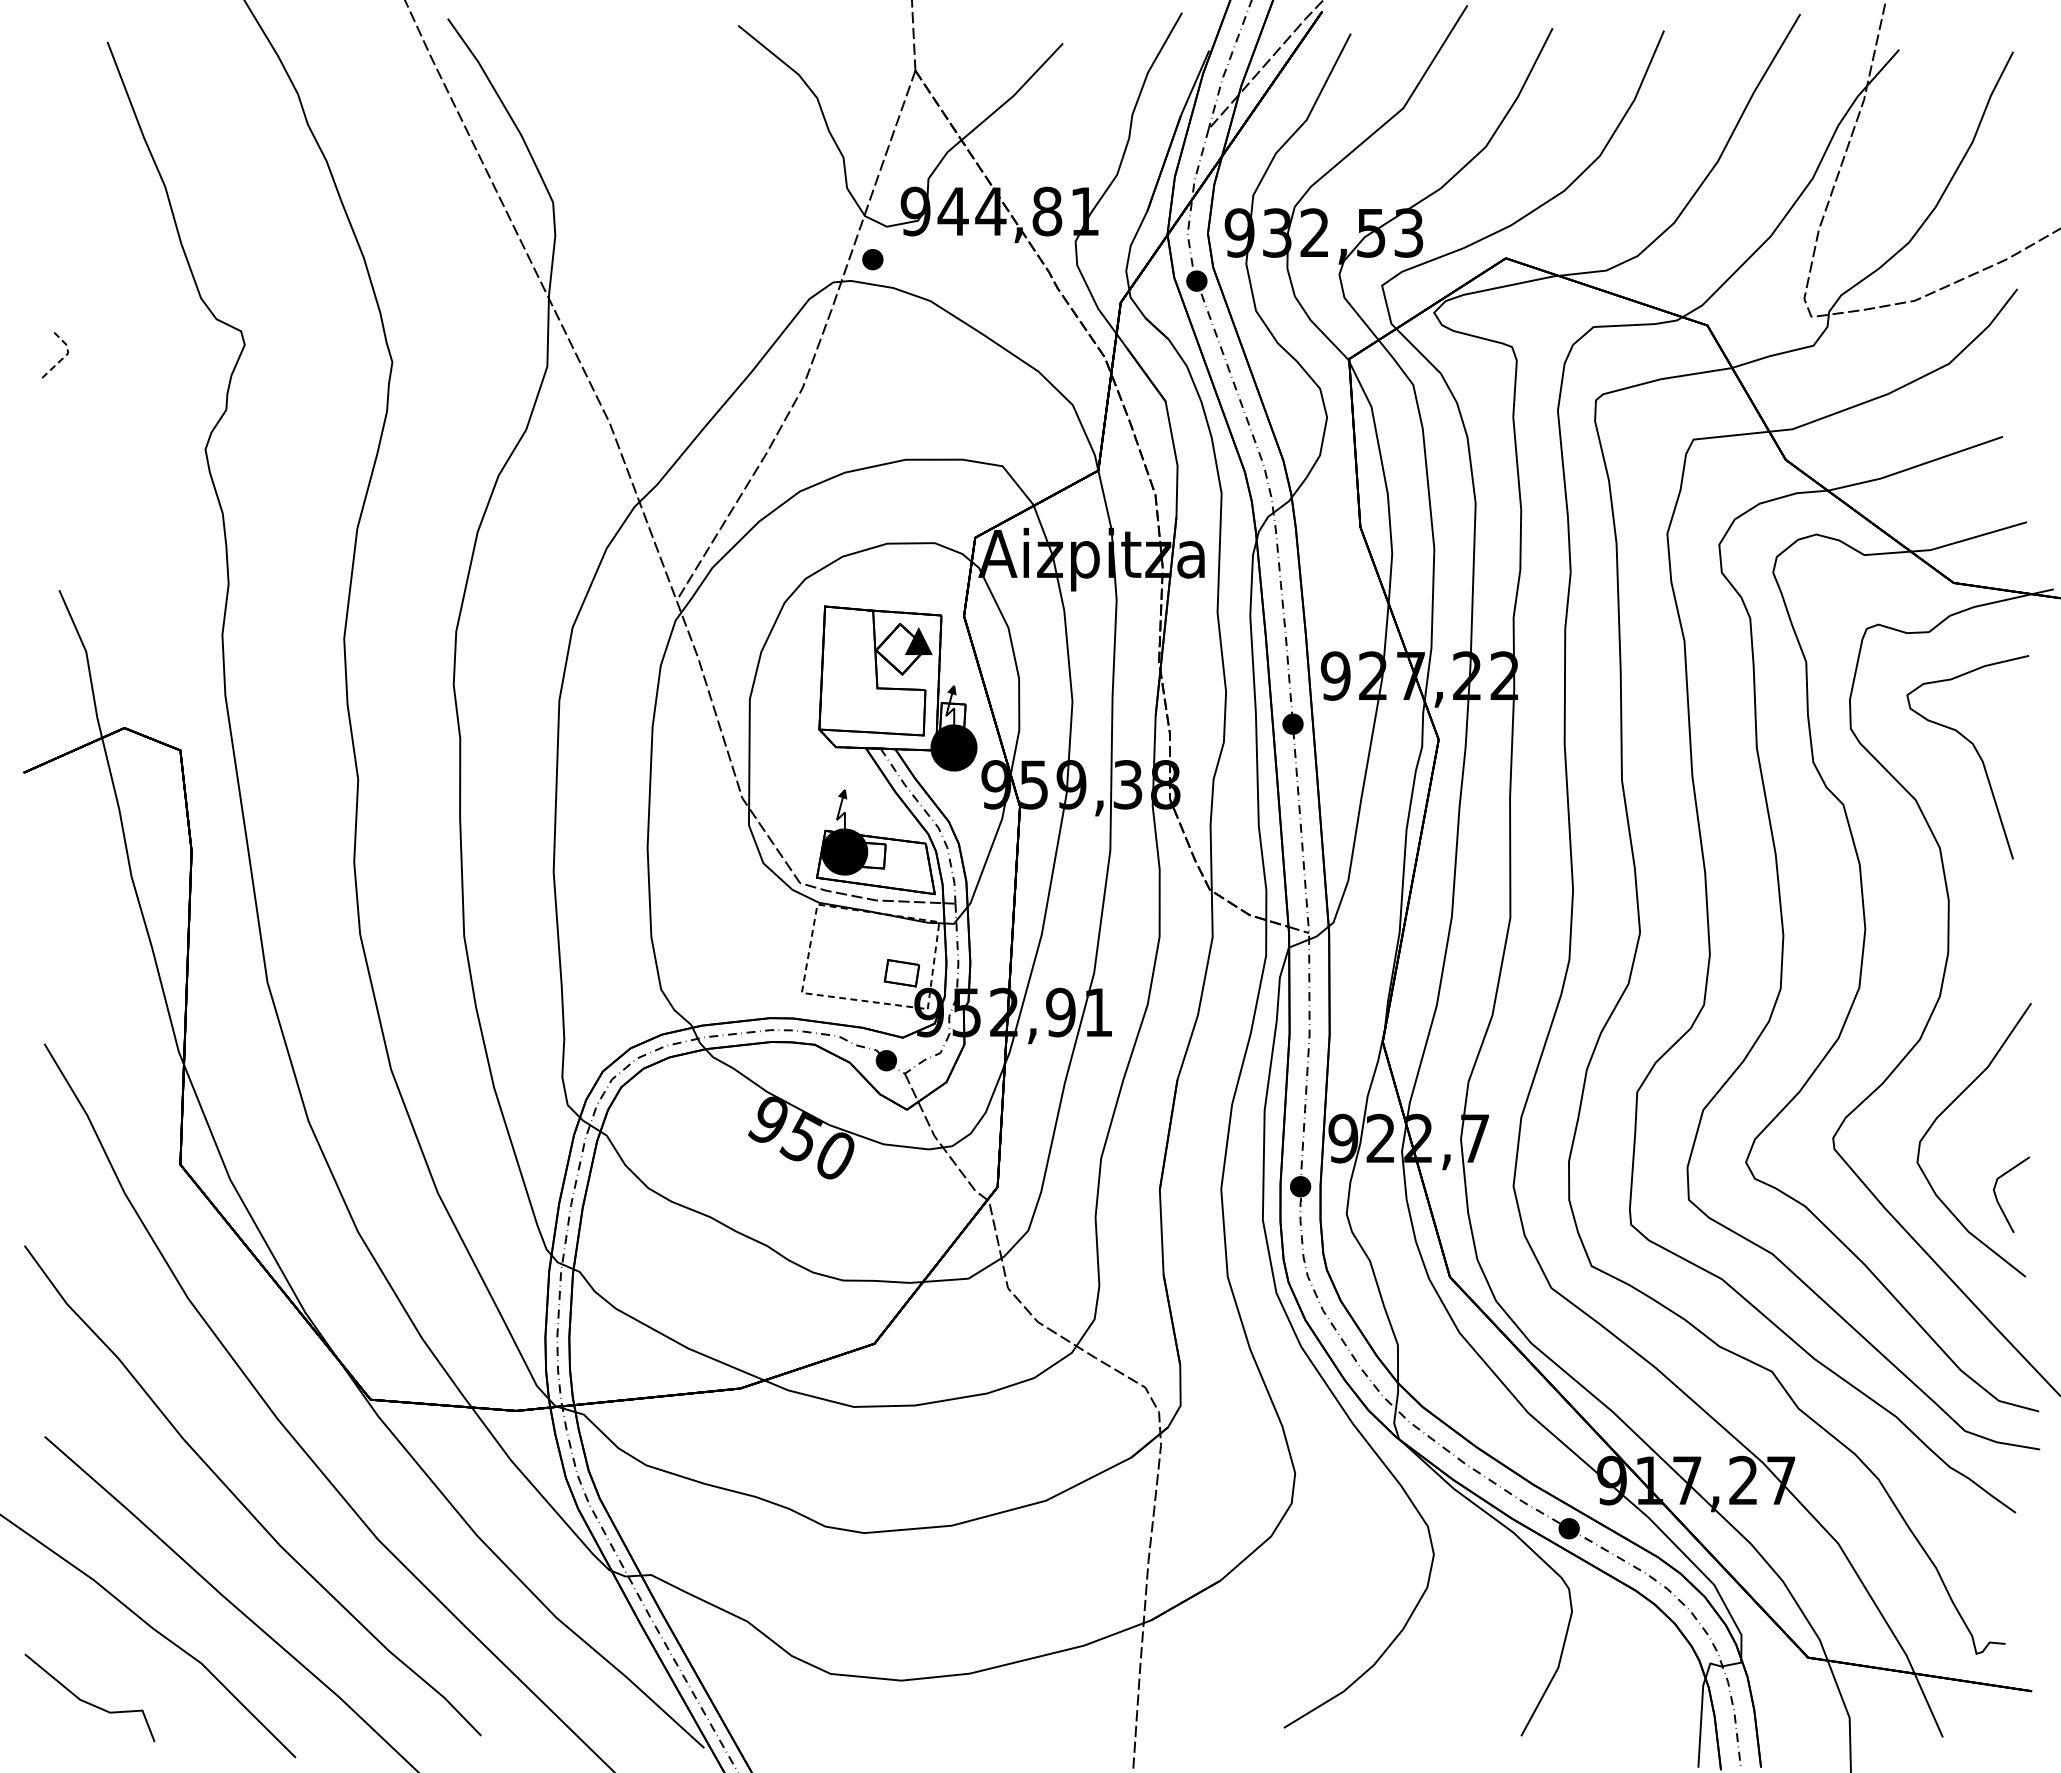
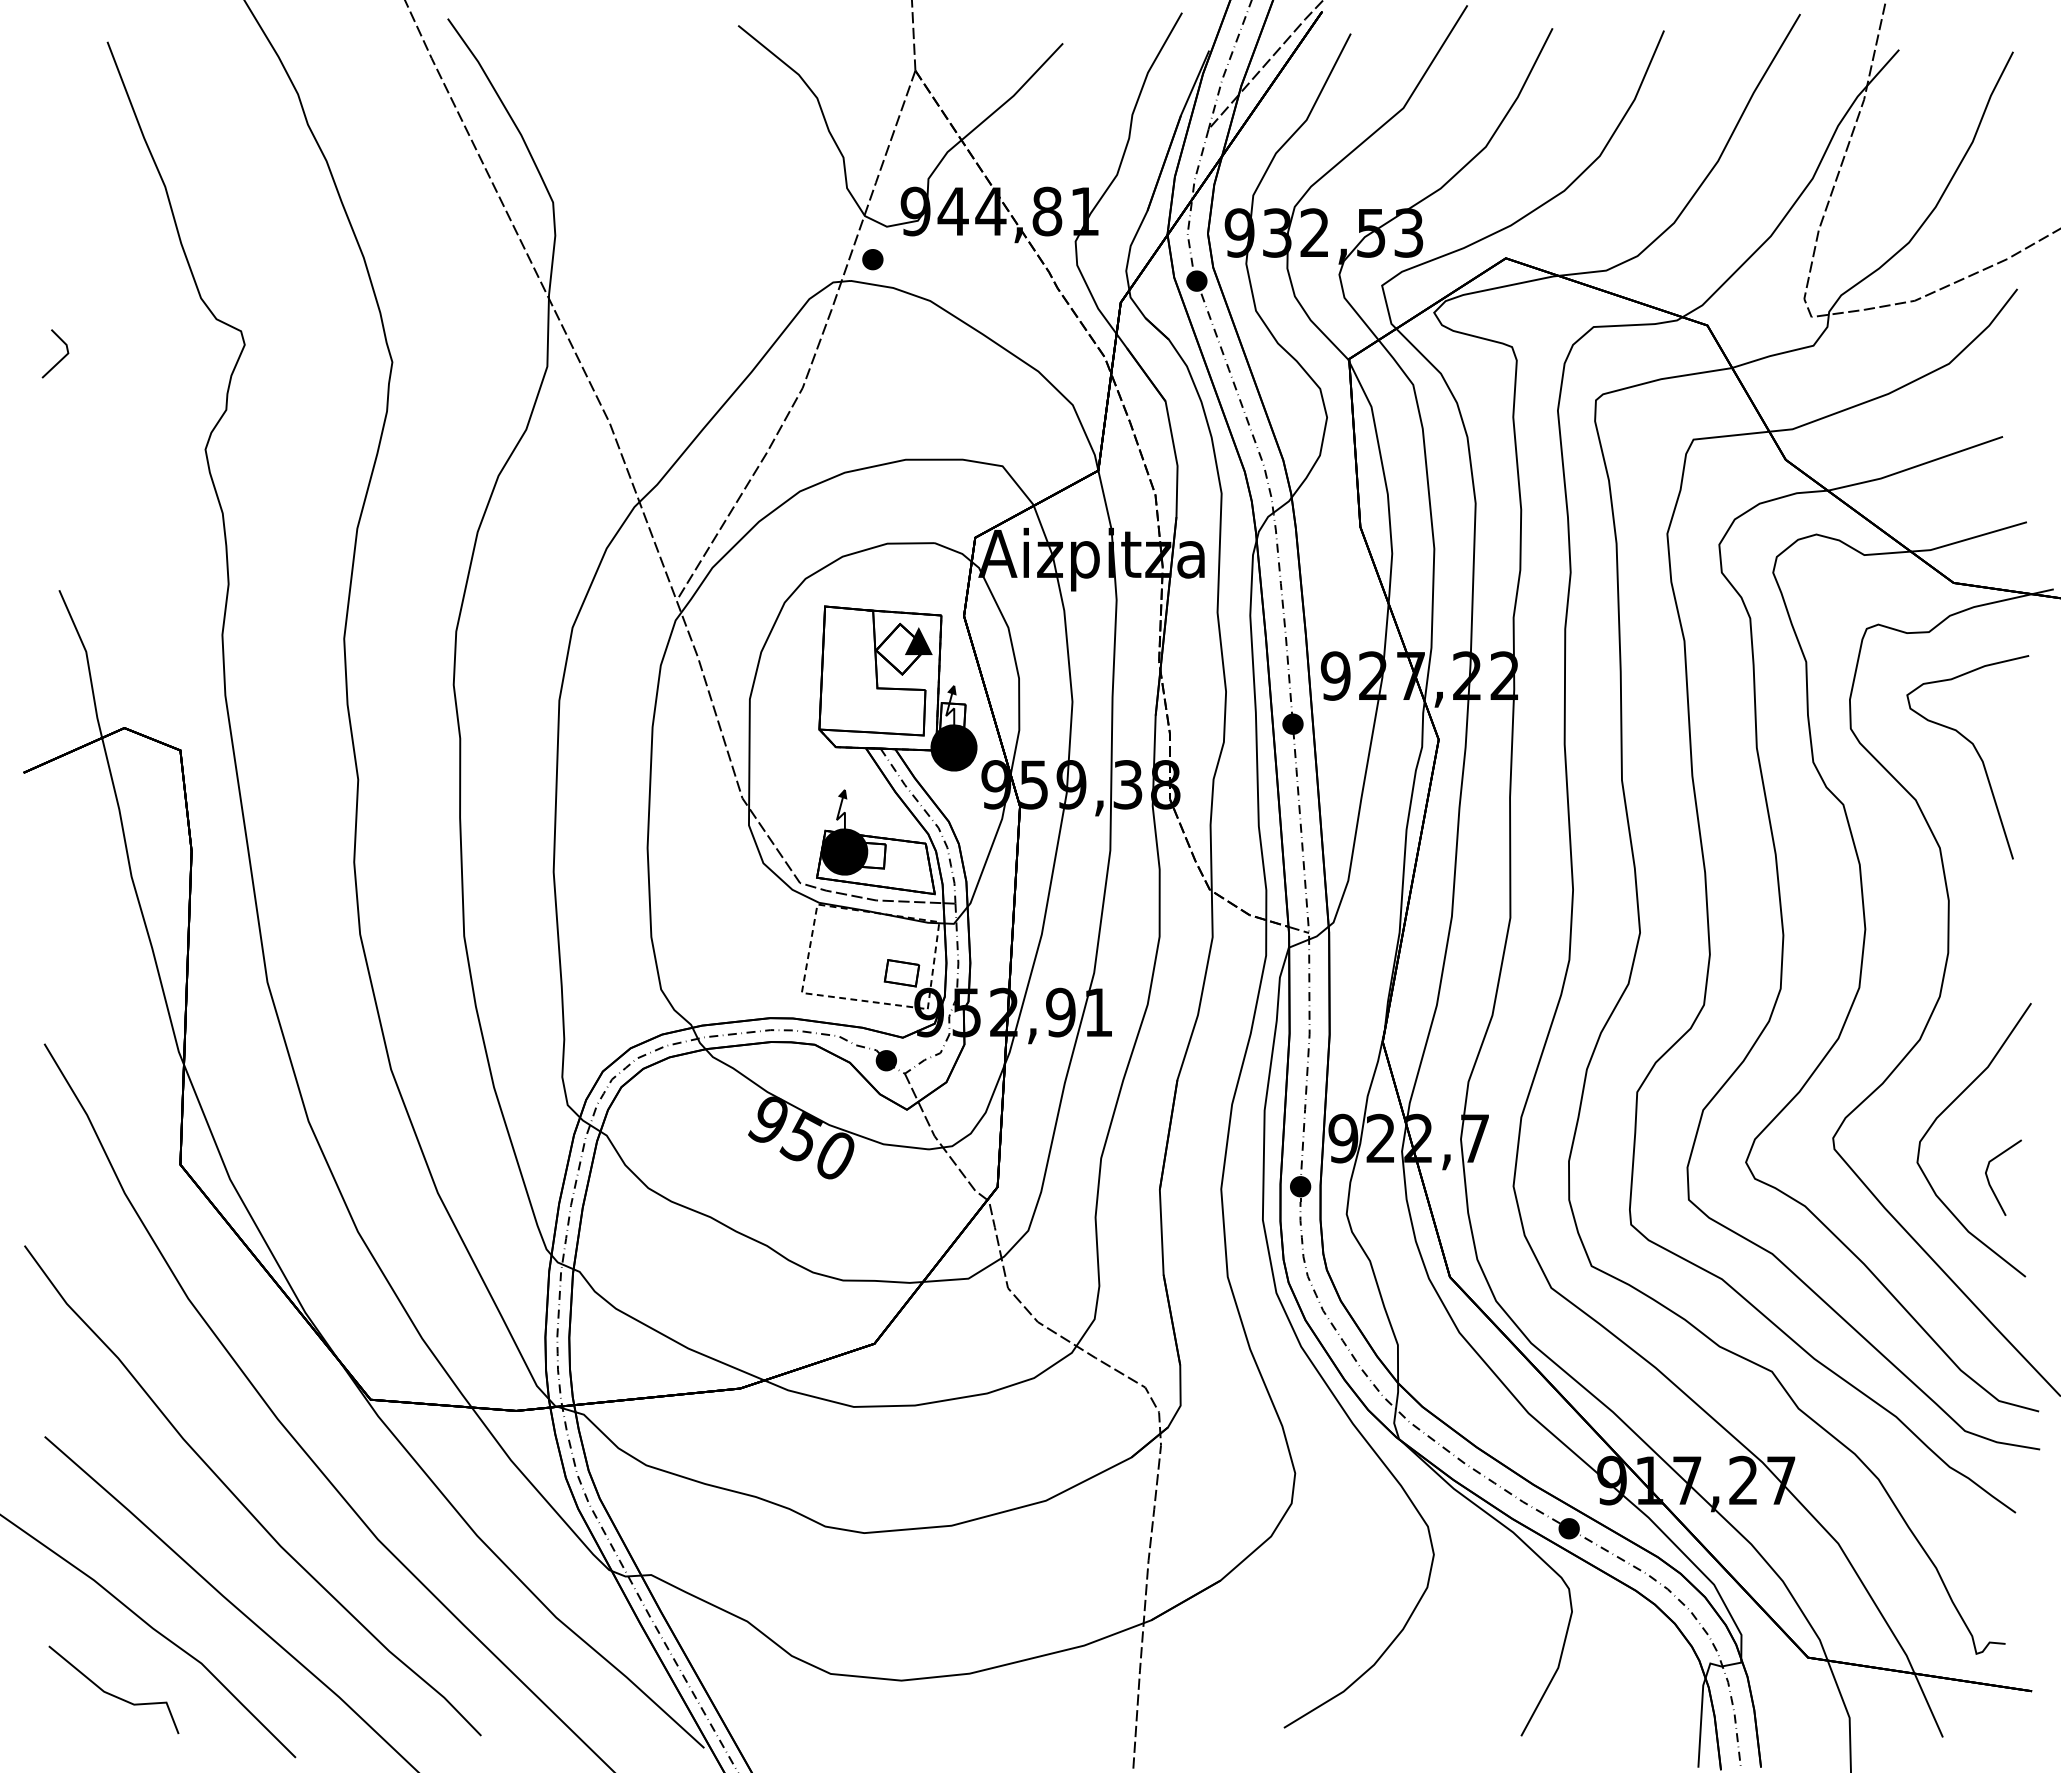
line at (67, 354): dashed -> solid
line at (1997, 1197) position: (1997, 1197) -> (1989, 1180)
line at (87, 1701) position: (87, 1701) -> (111, 1693)
